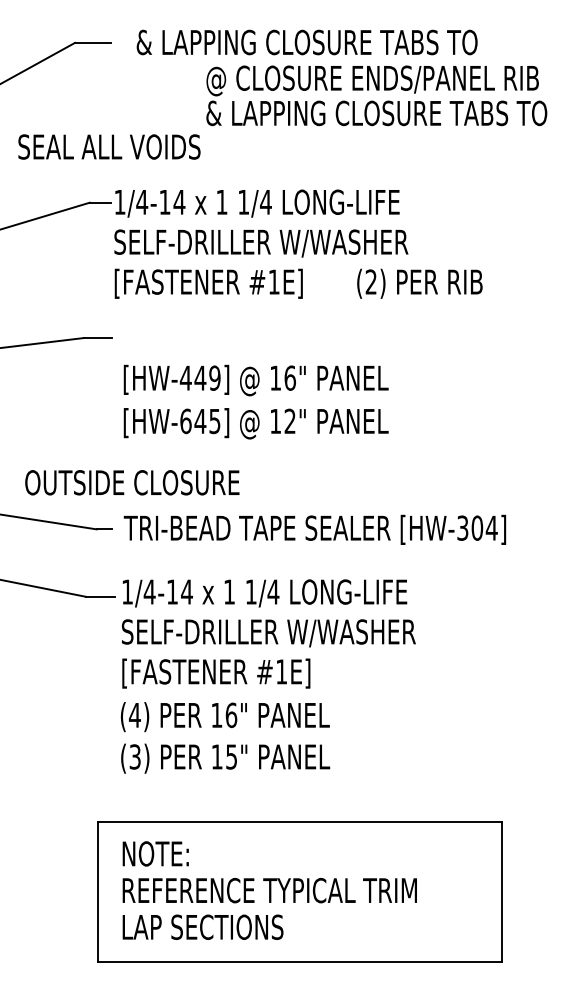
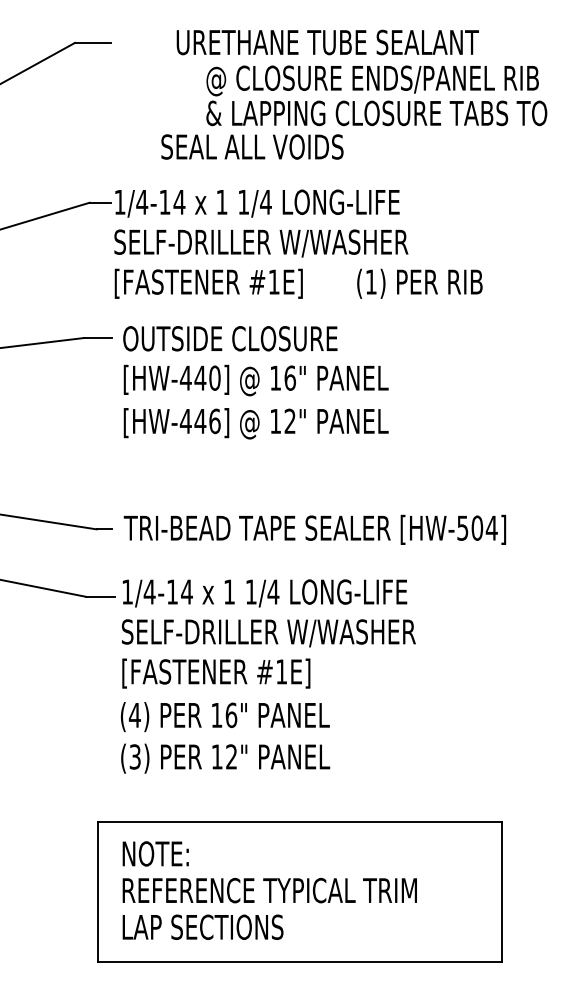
text at (307, 42): & LAPPING CLOSURE TABS TO -> URETHANE TUBE SEALANT
text at (109, 146) position: (109, 146) -> (252, 146)
text at (370, 281): (2) -> (1)
text at (214, 377): [HW-449] -> [HW-440]
text at (199, 421): [HW-645] -> [HW-446]
text at (132, 482) position: (132, 482) -> (230, 338)
text at (462, 527): [HW-304] -> [HW-504]
text at (231, 756): 15" -> 12"
